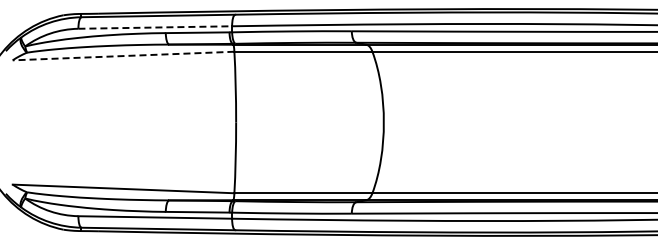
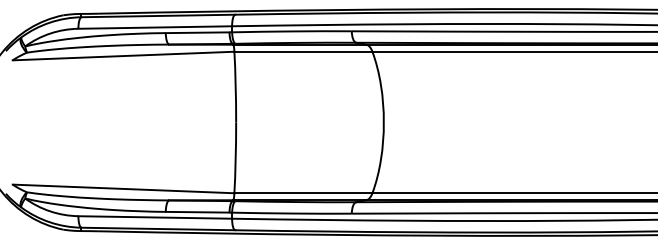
line at (155, 27): dashed -> solid
line at (123, 56): dashed -> solid
